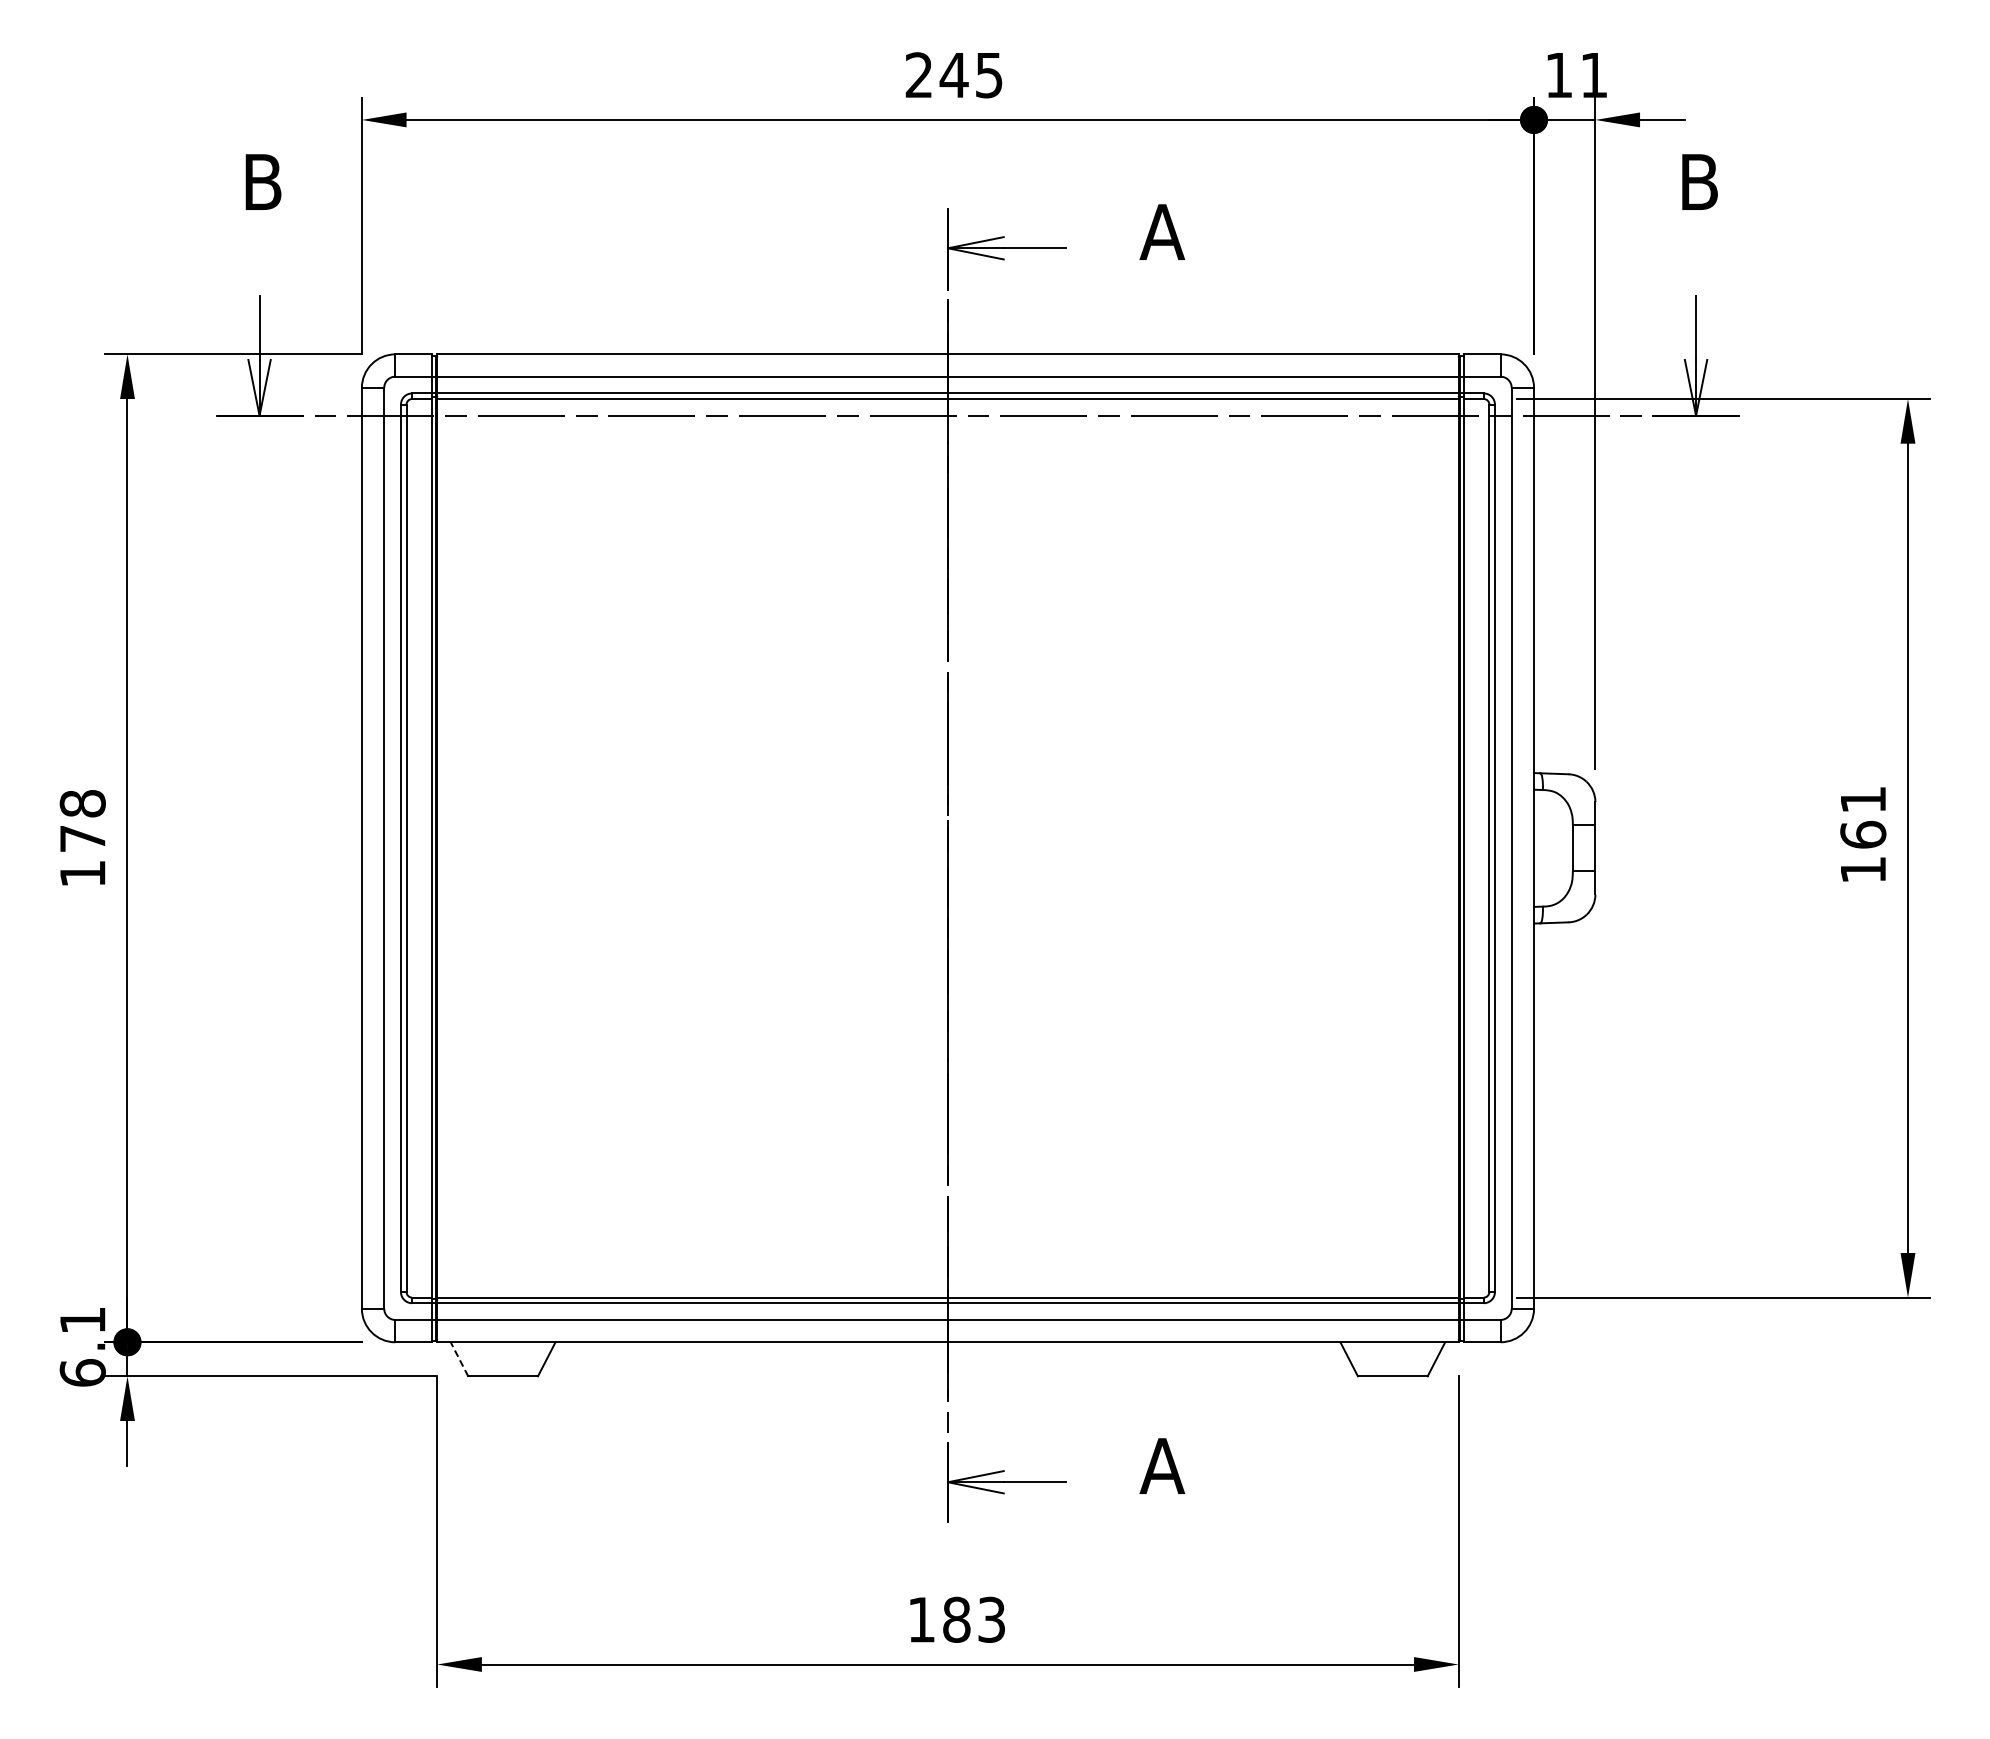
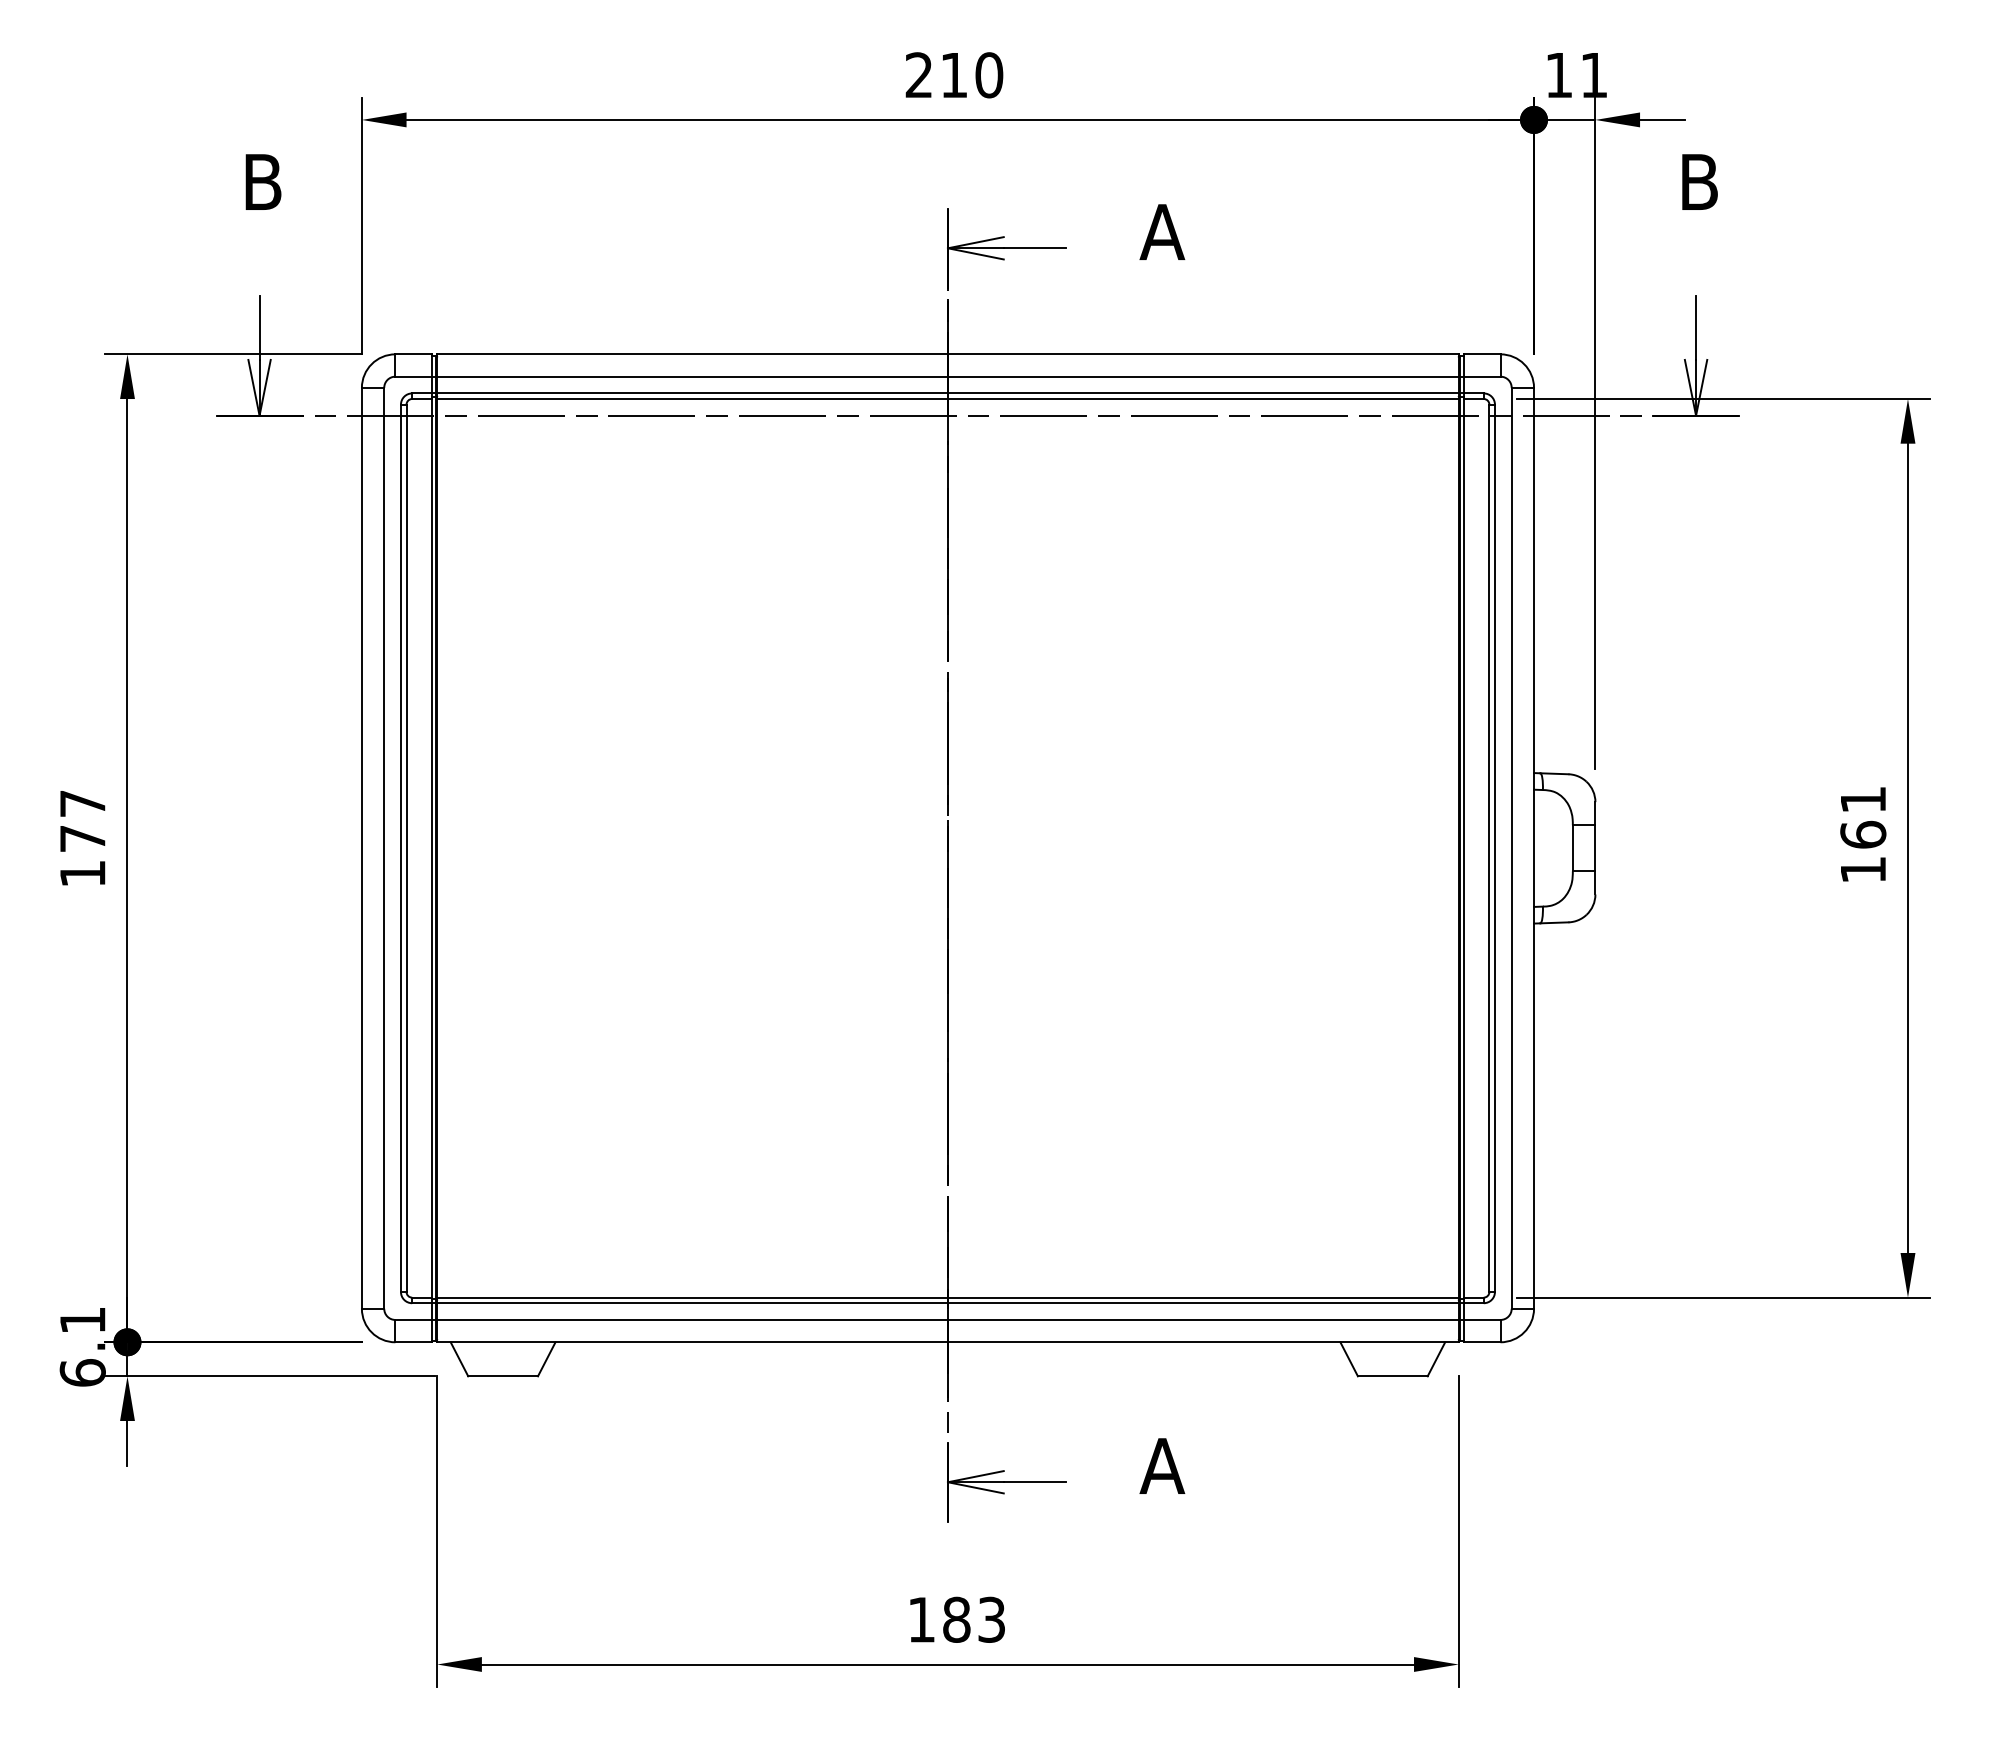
text at (971, 75): 245 -> 210
text at (82, 803): 178 -> 177
line at (459, 1358): dashed -> solid
